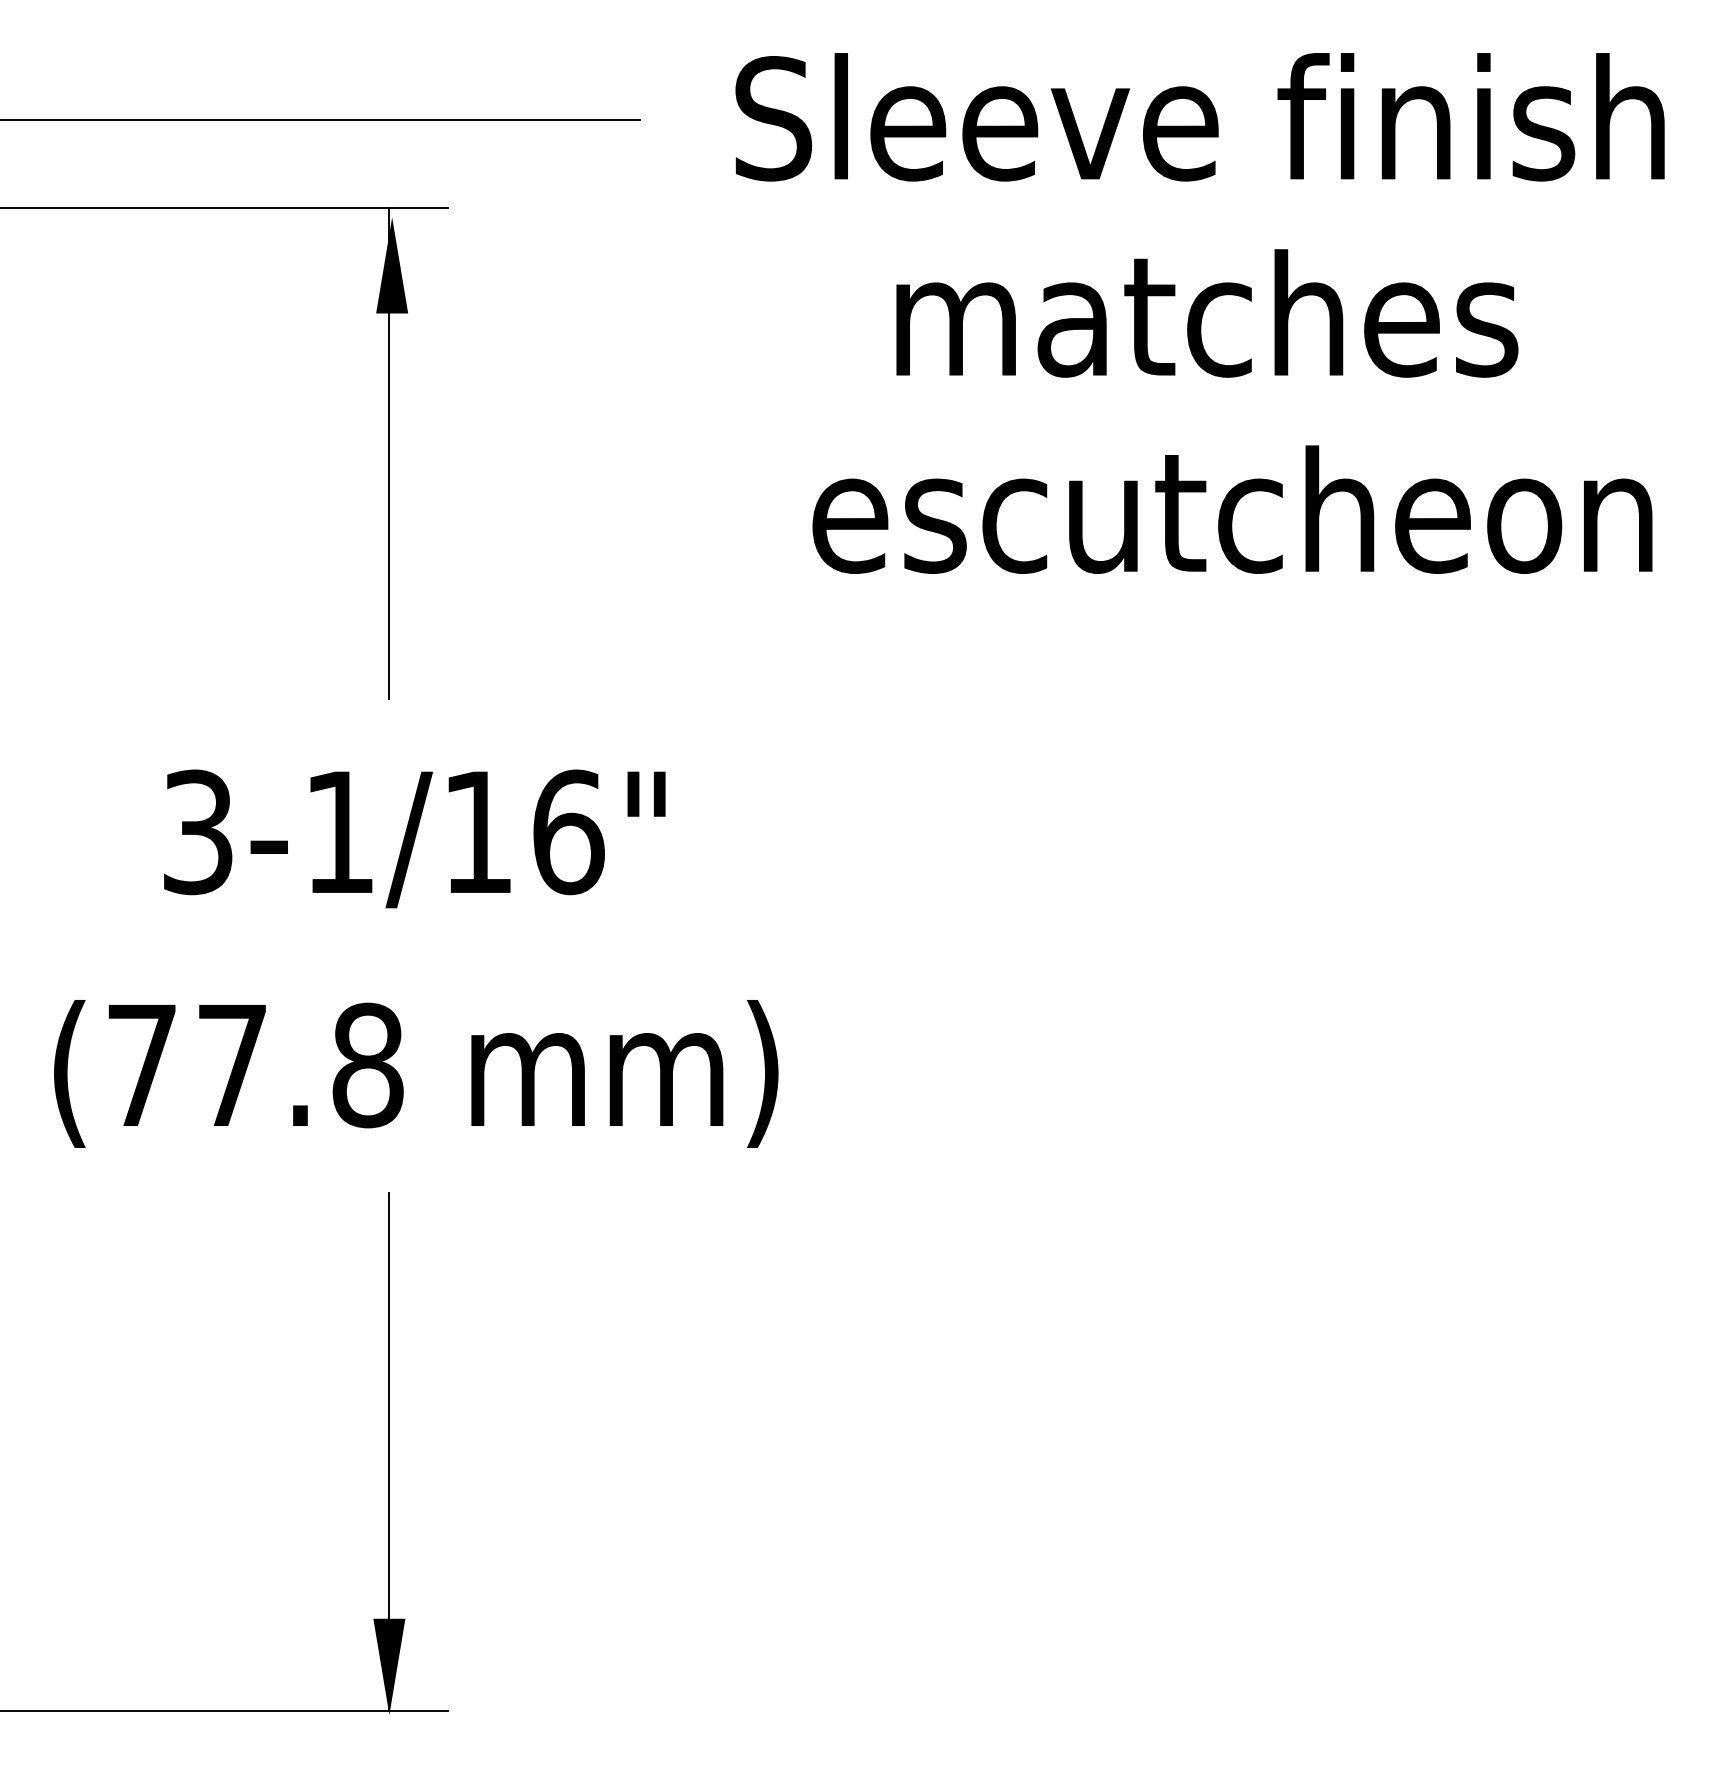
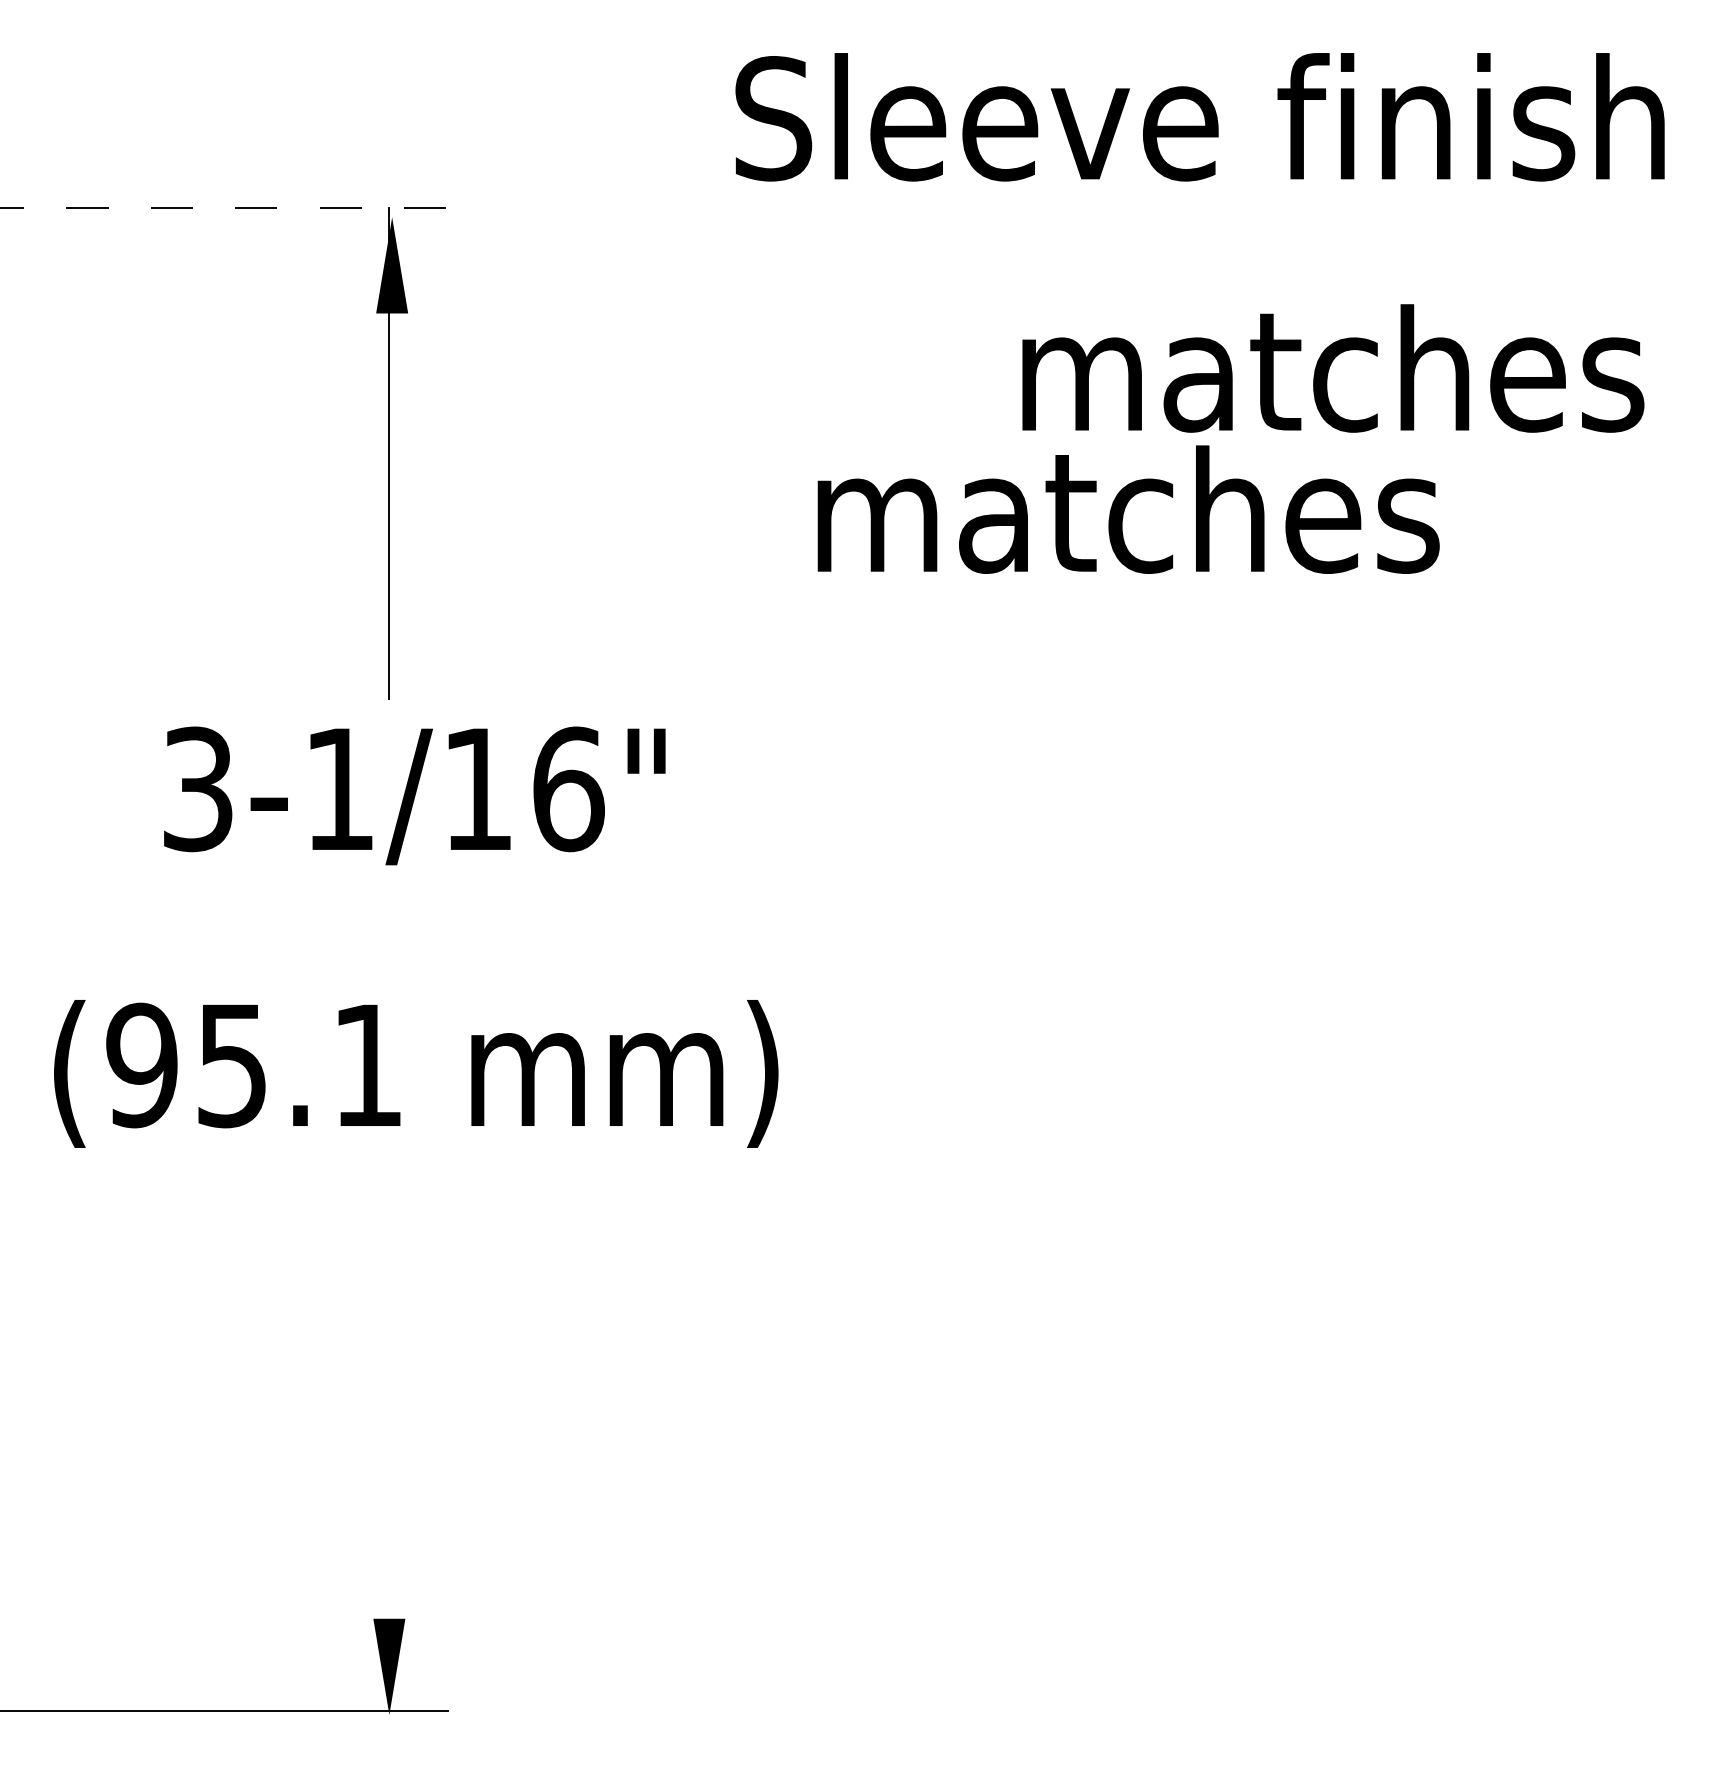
line at (321, 120): present -> none
line at (224, 208): solid -> dashed
text at (1207, 313) position: (1207, 313) -> (1333, 368)
text at (1232, 509): escutcheon -> matches
text at (414, 838) position: (414, 838) -> (414, 795)
text at (254, 1065): (77.8 -> (95.1
line at (389, 1451): present -> none
